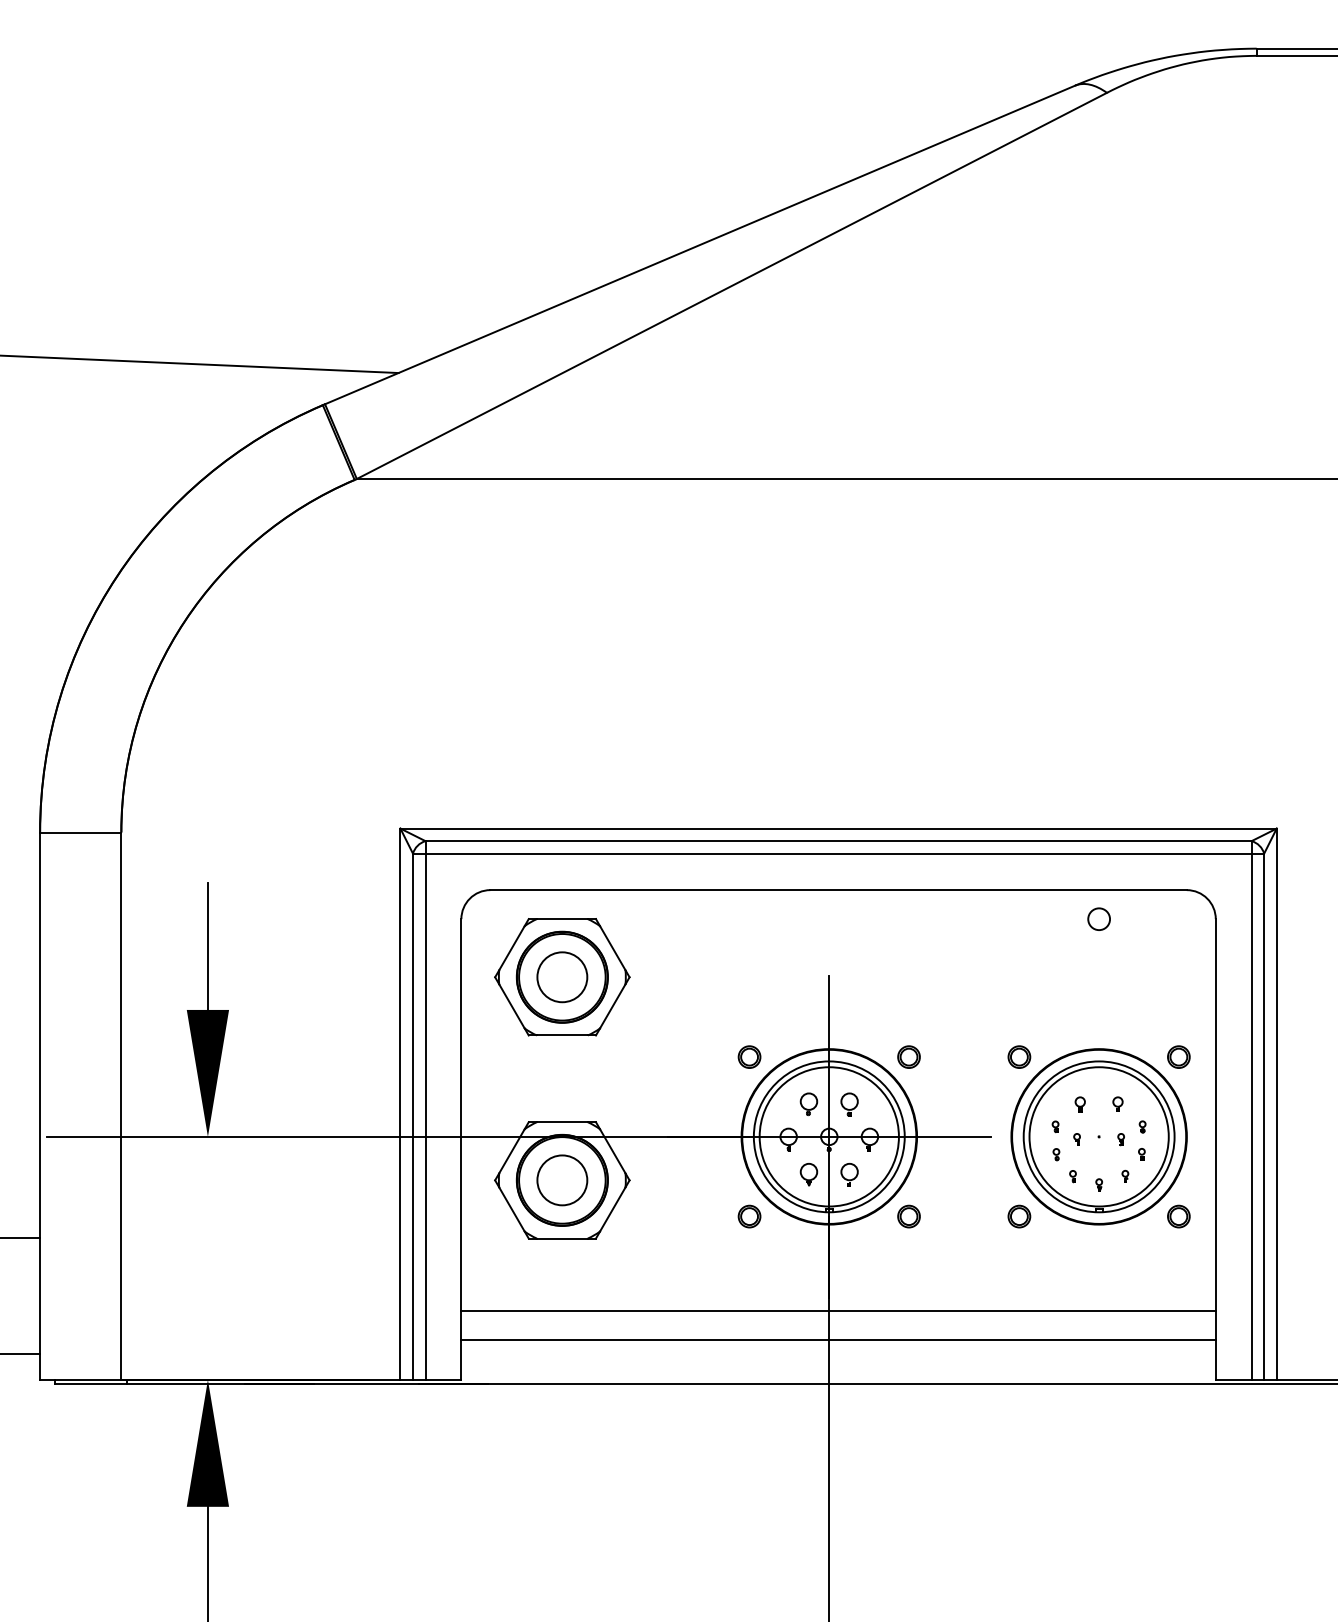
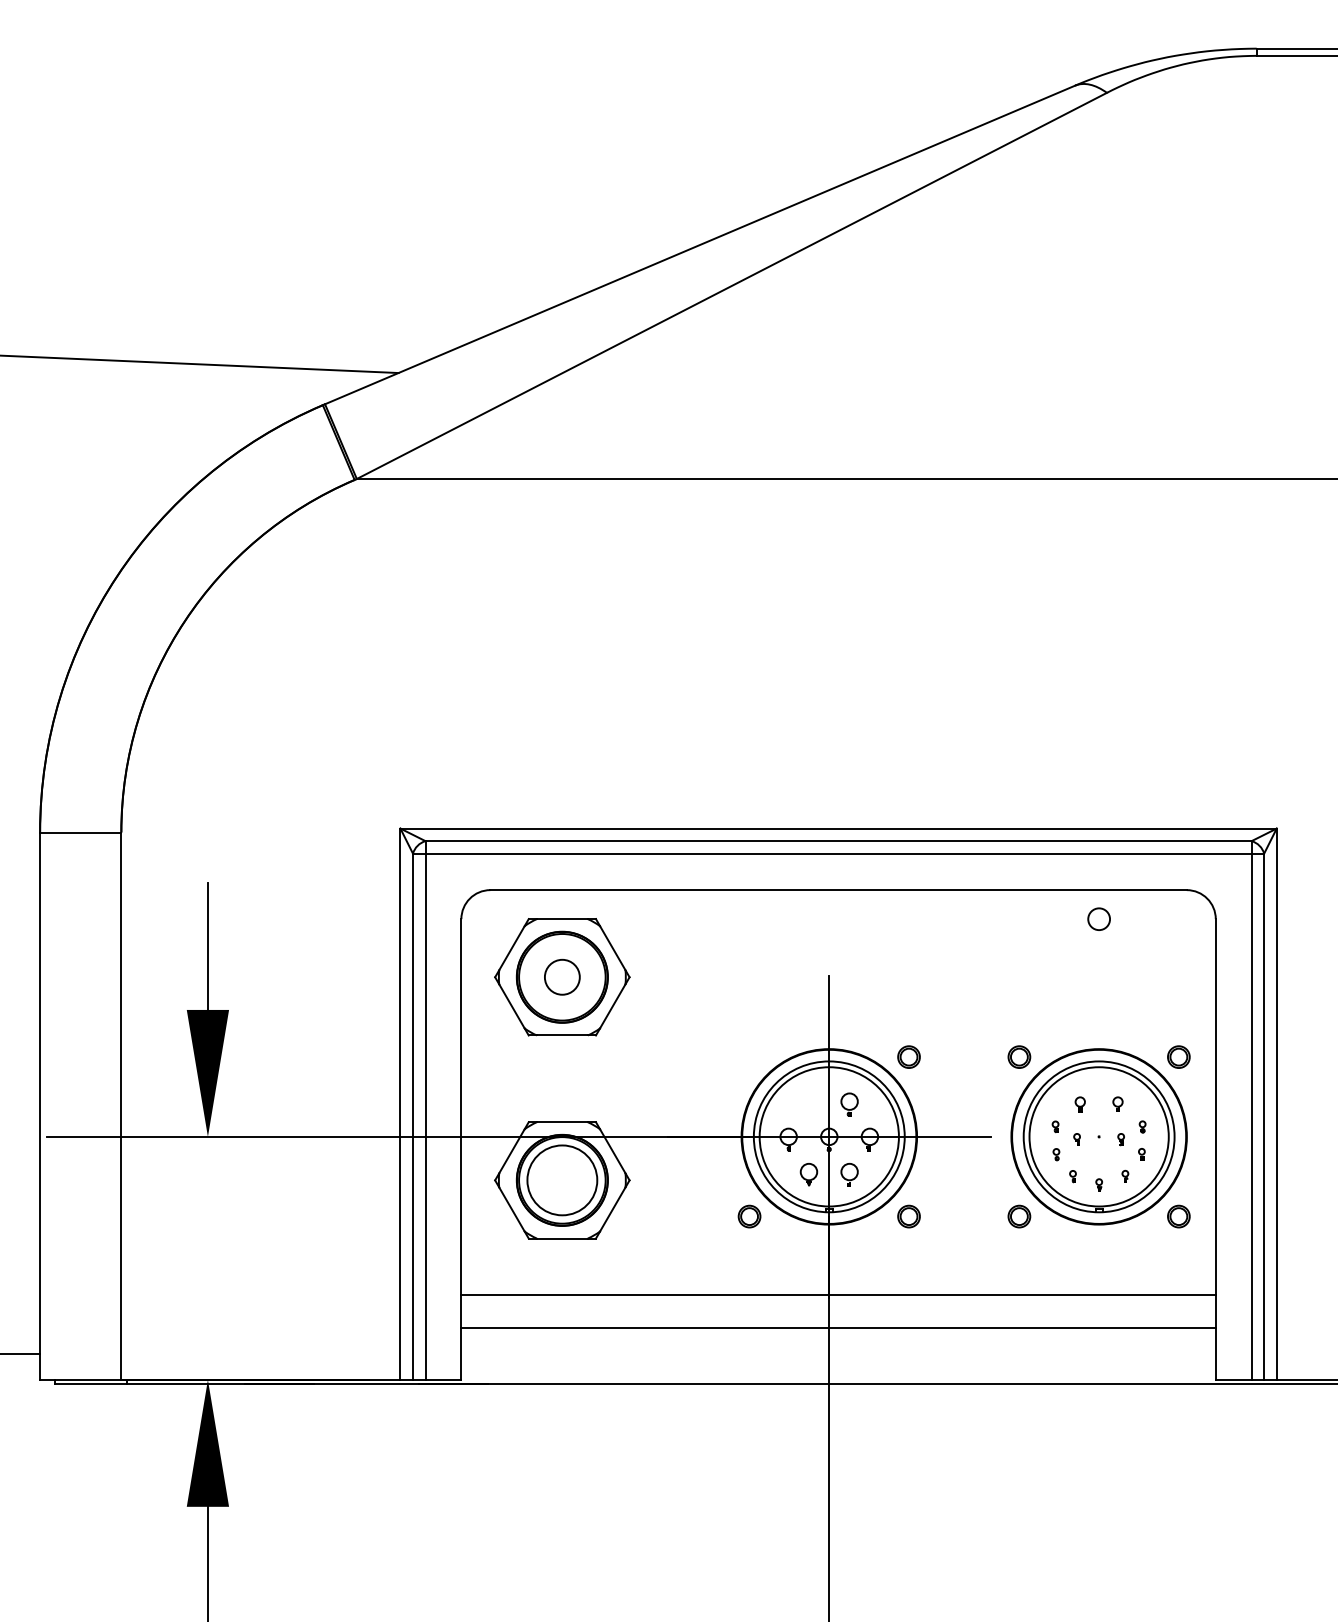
circle at (562, 977) diameter: 50 px -> 35 px
part at (749, 1056): present -> none
part at (808, 1104): present -> none
circle at (562, 1180) diameter: 50 px -> 70 px
line at (21, 1238): present -> none
line at (838, 1310) position: (838, 1310) -> (838, 1294)
line at (838, 1339) position: (838, 1339) -> (838, 1327)
